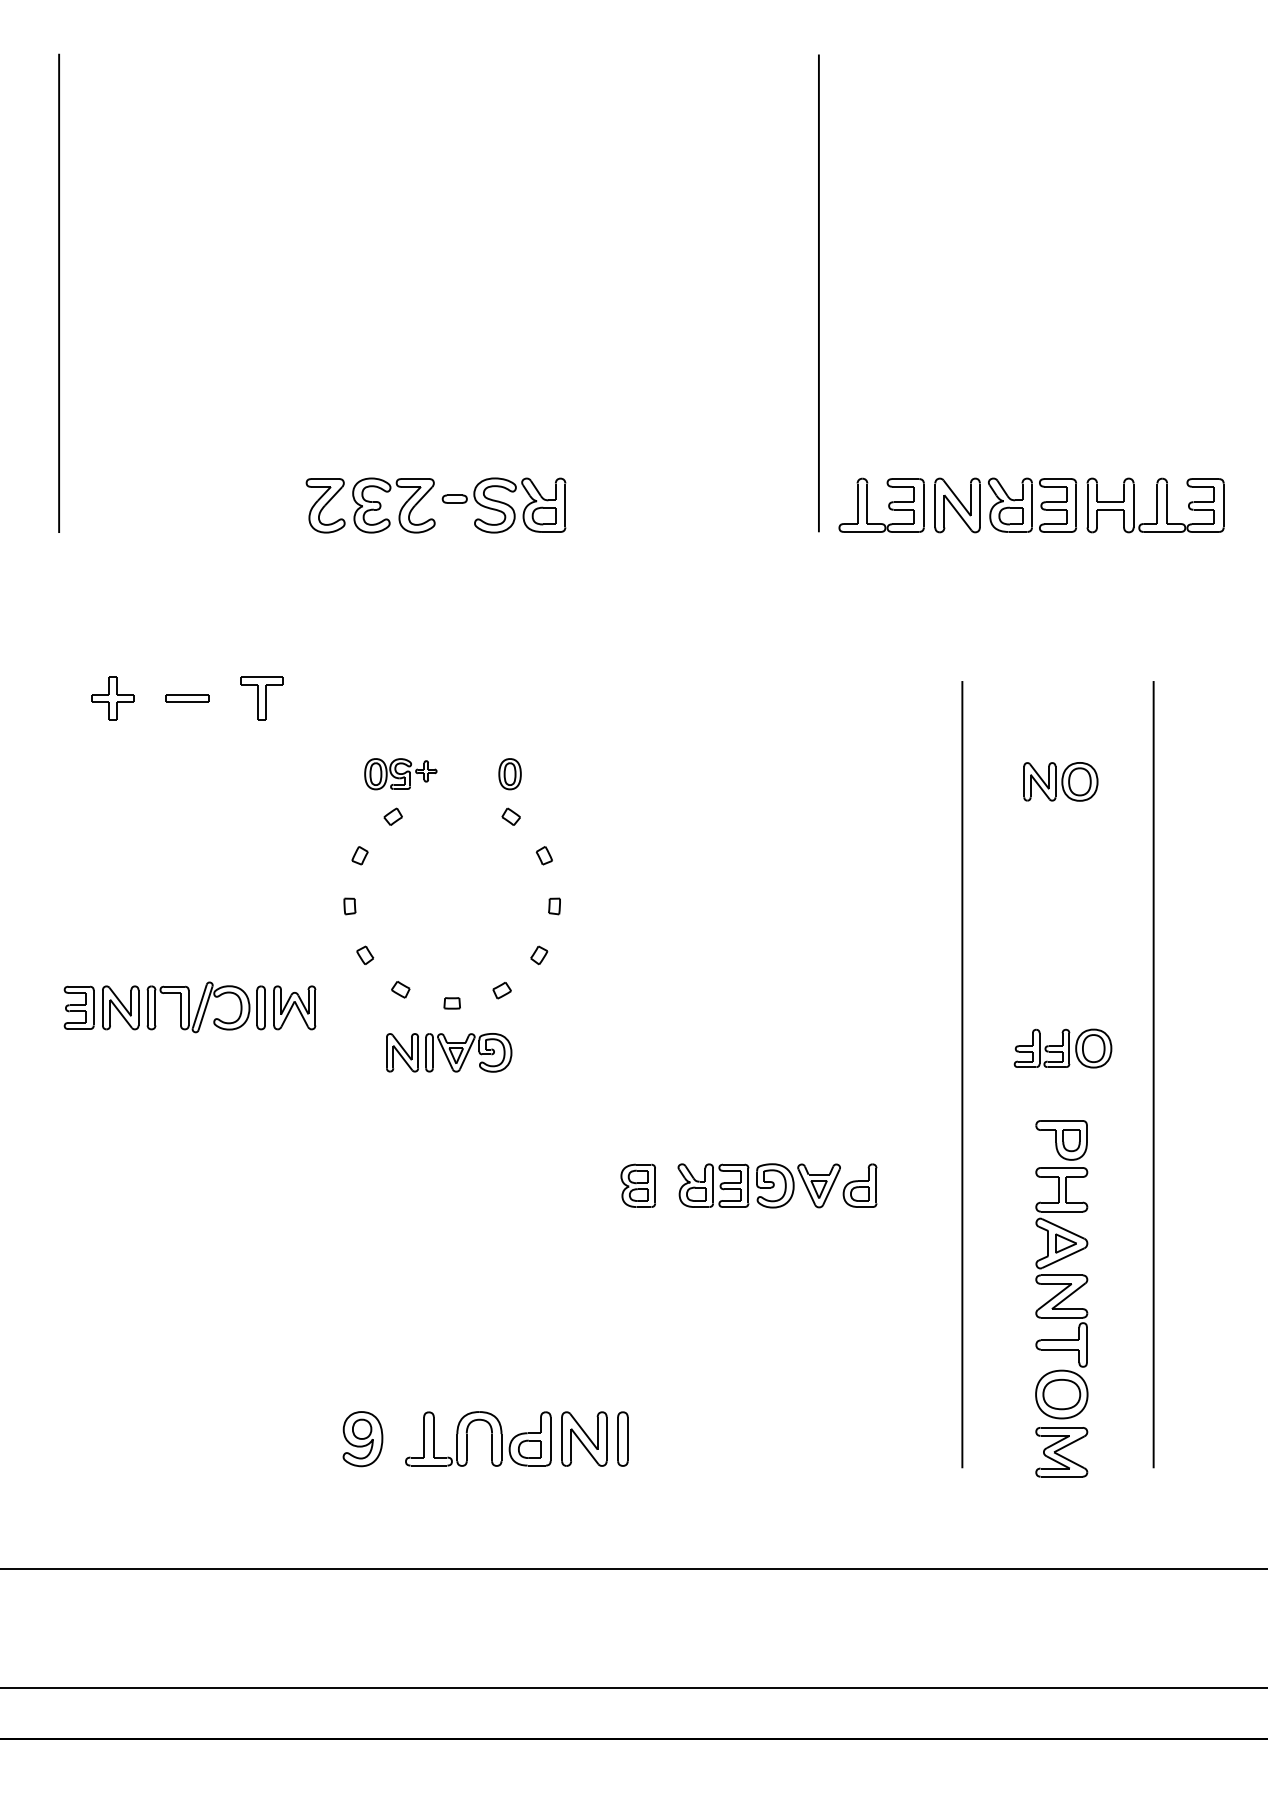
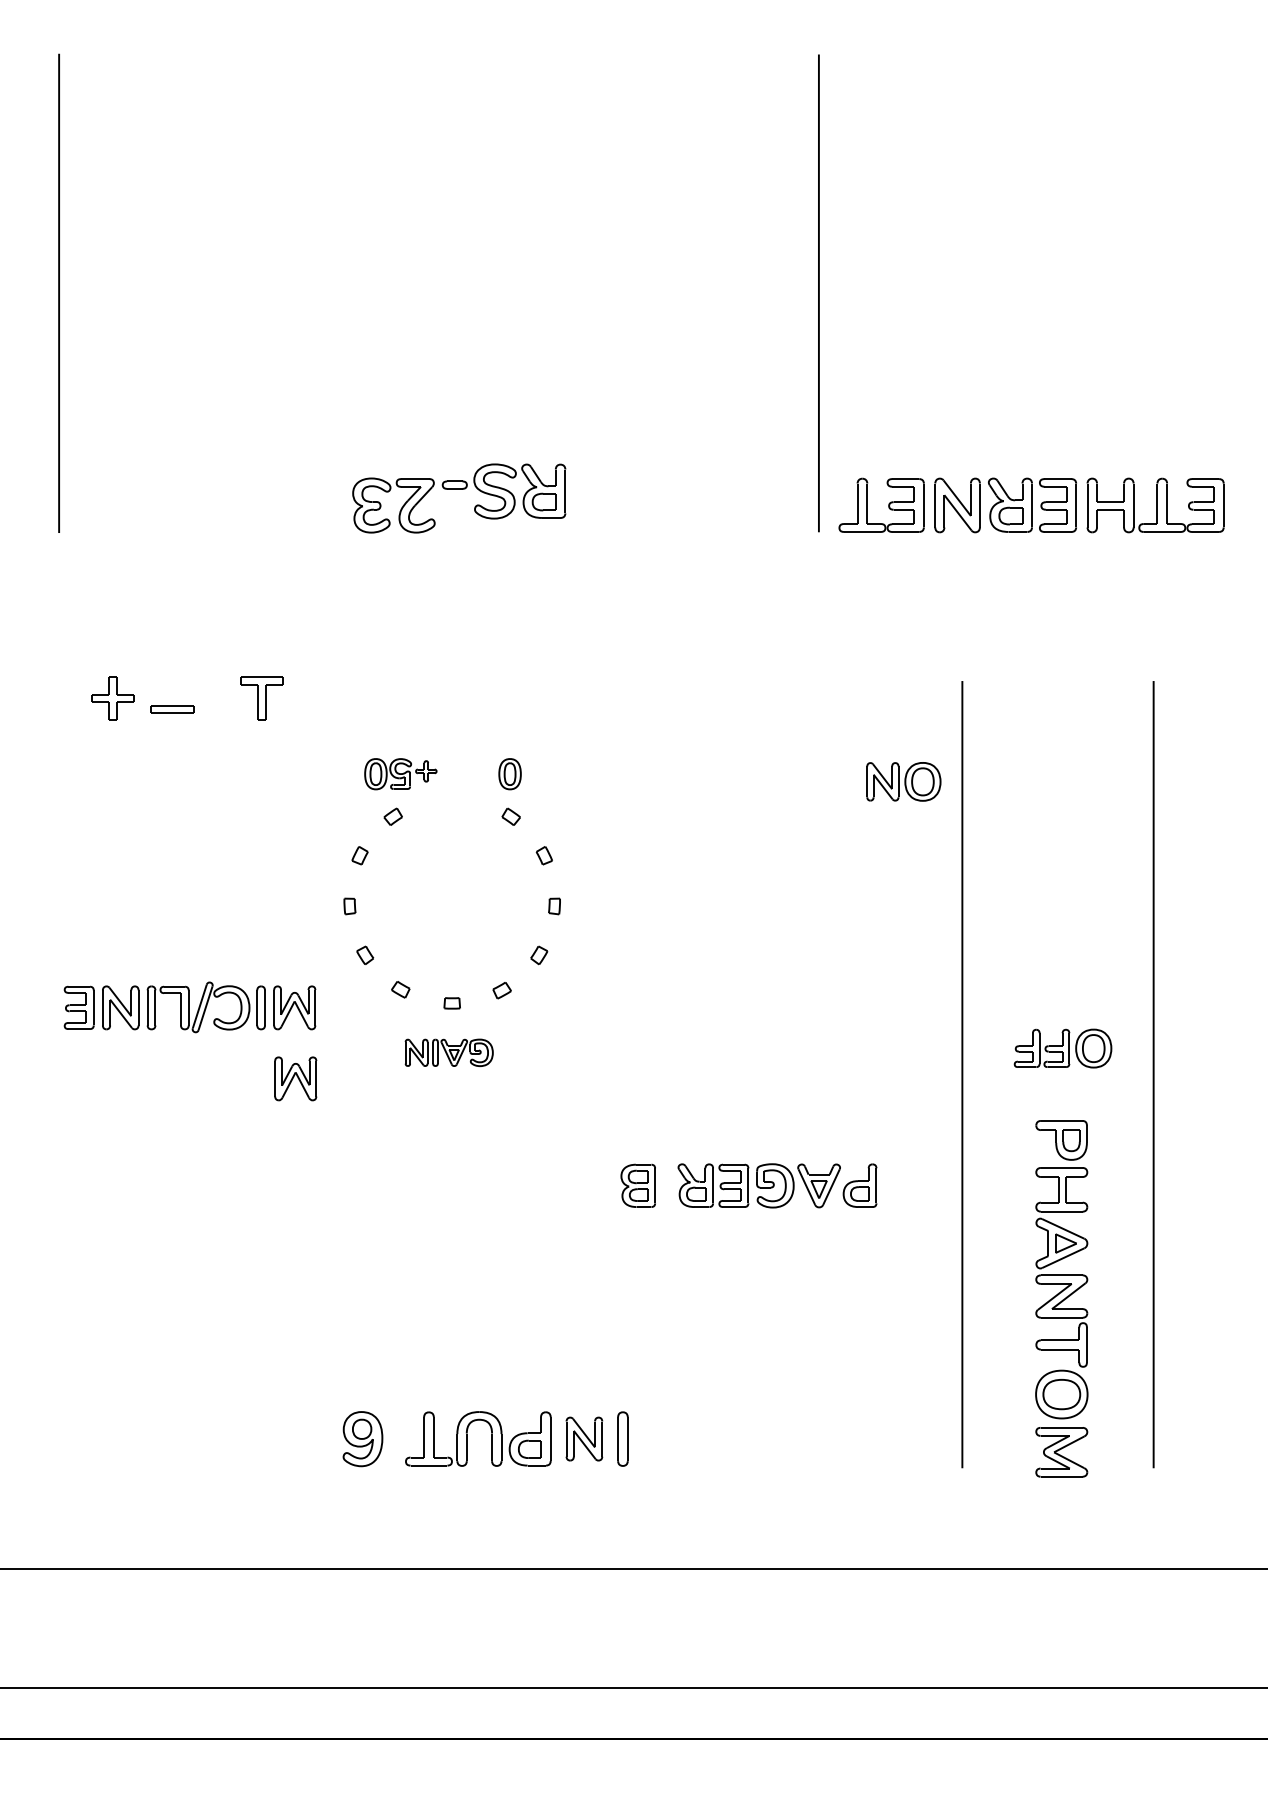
part at (325, 505): present -> none
part at (503, 505) position: (503, 505) -> (503, 491)
part at (187, 698) position: (187, 698) -> (172, 709)
part at (1060, 781) position: (1060, 781) -> (903, 781)
part at (449, 1052) size: 127x40 px -> 90x29 px
part at (295, 1078): none -> present
part at (584, 1438) size: 47x56 px -> 39x46 px
